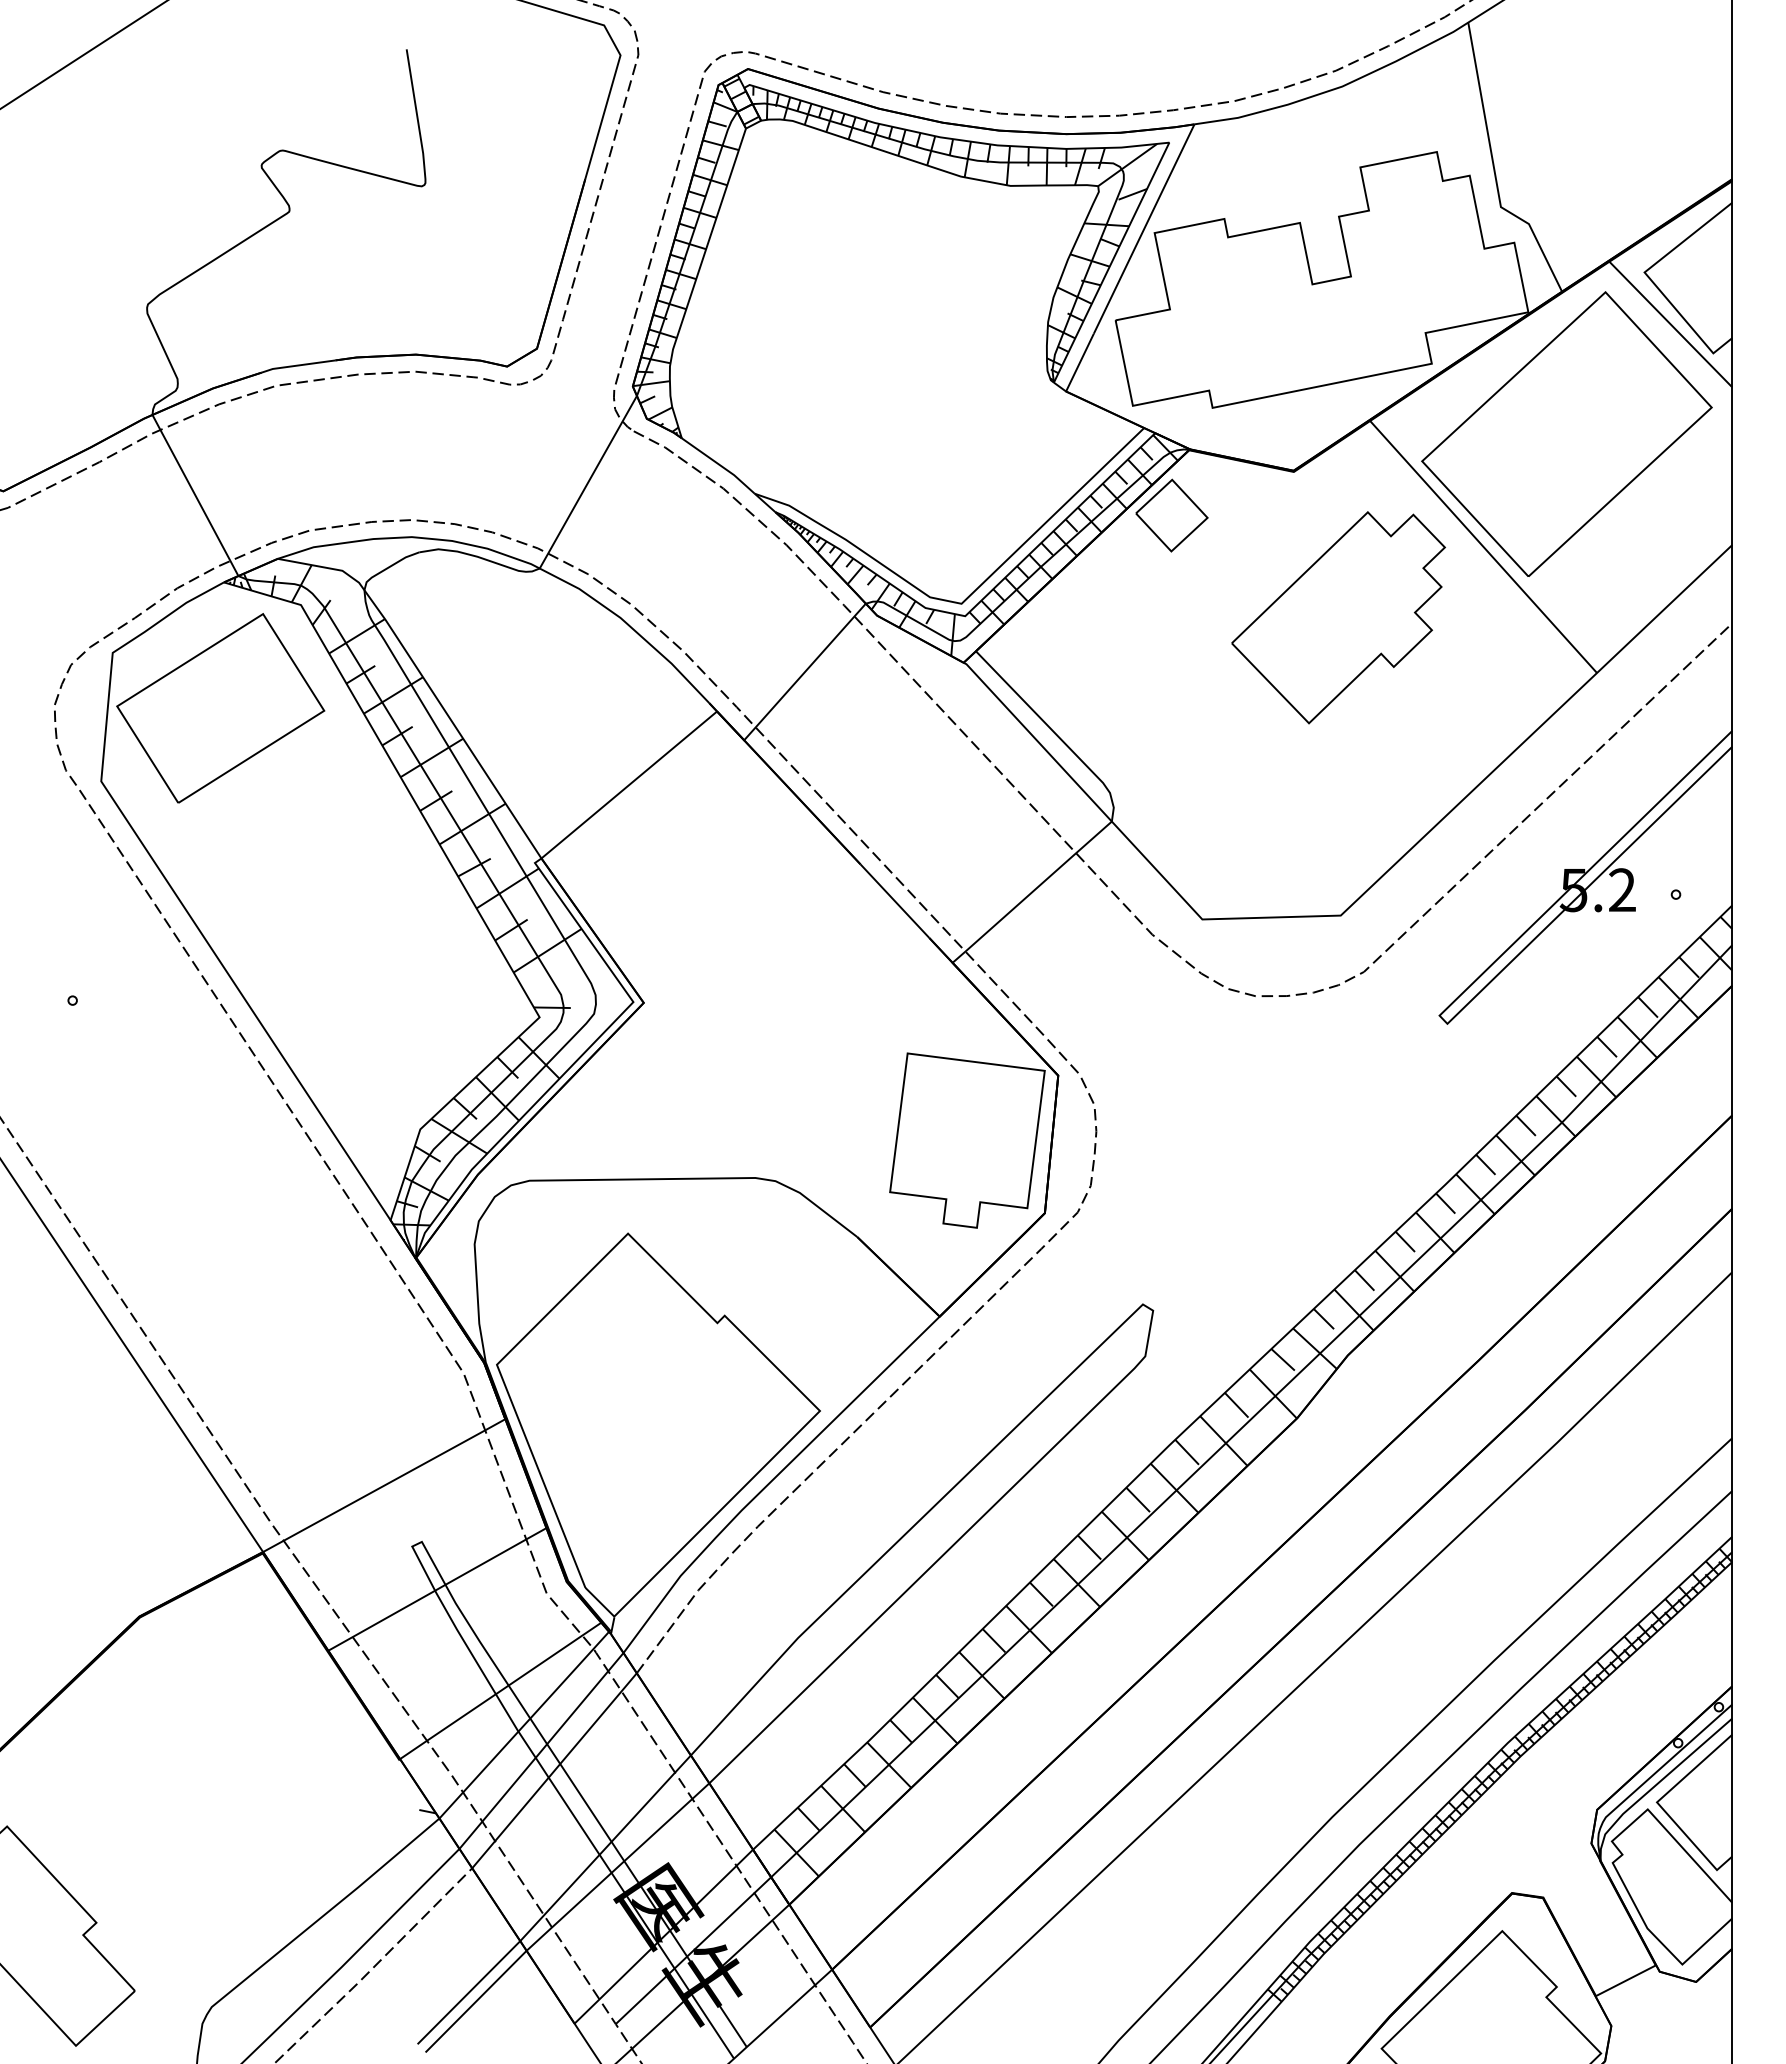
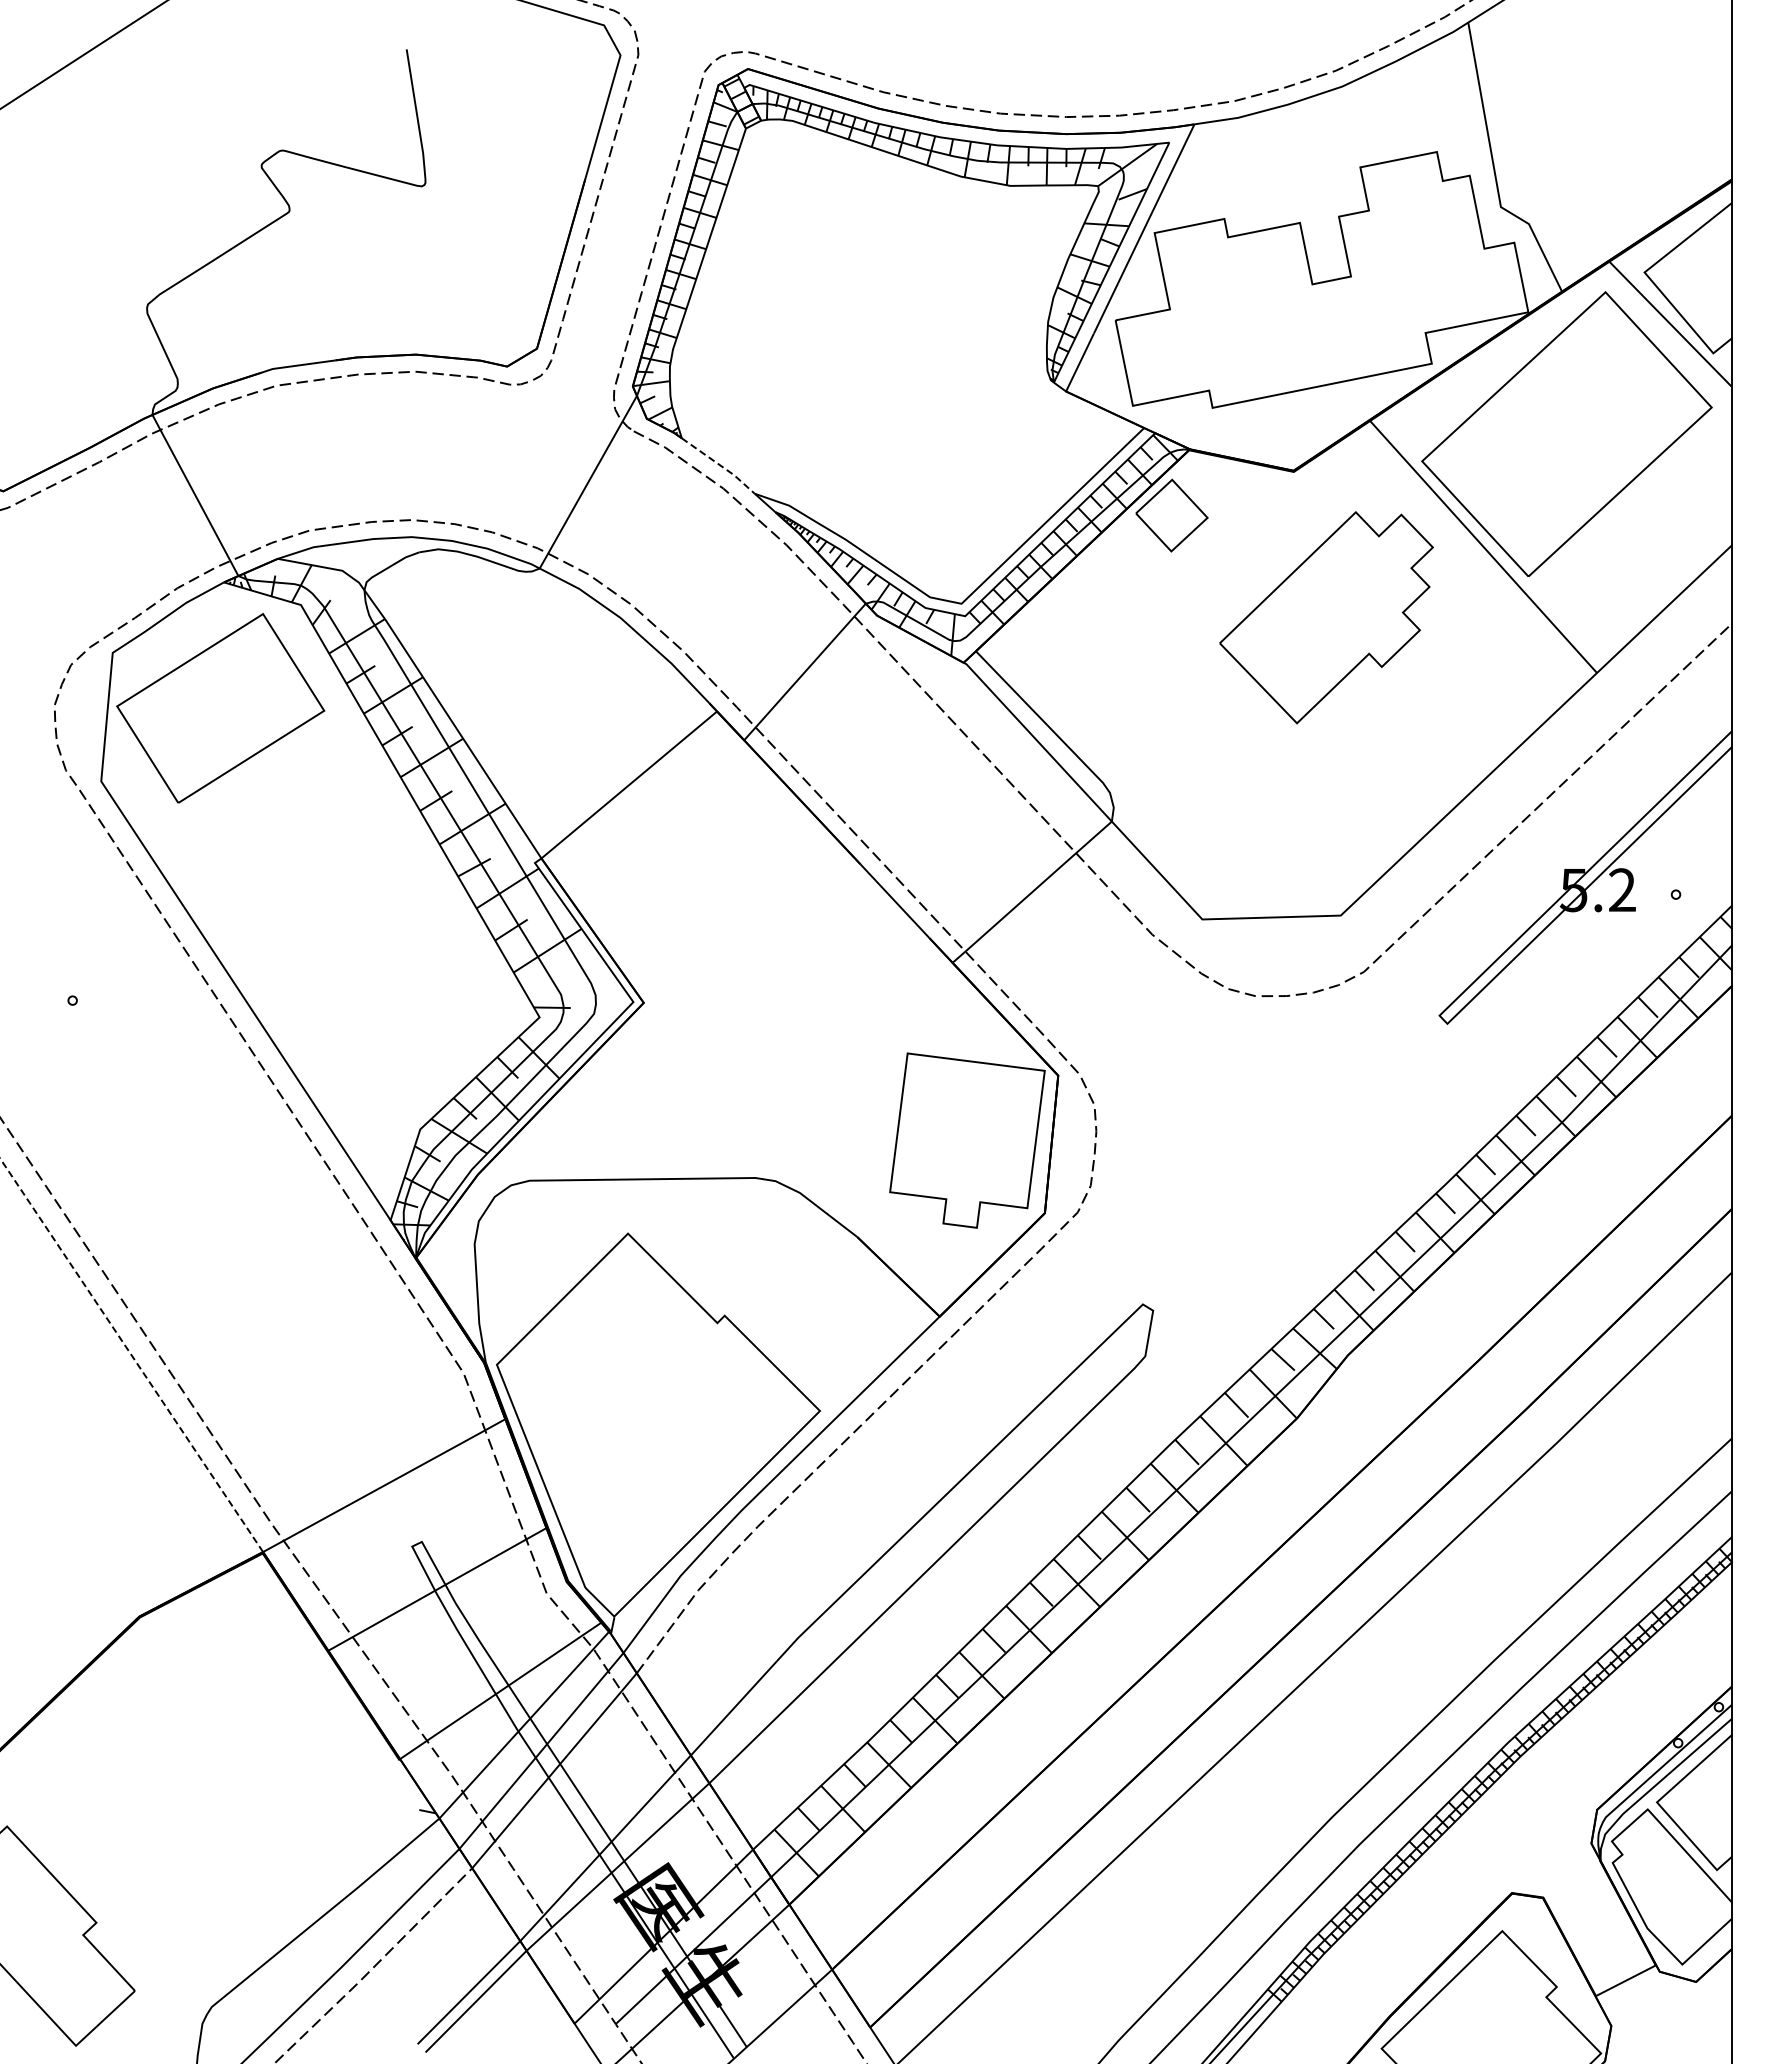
line at (719, 464): solid -> dashed
part at (1338, 617) position: (1338, 617) -> (1326, 617)
line at (131, 1354): solid -> dashed
